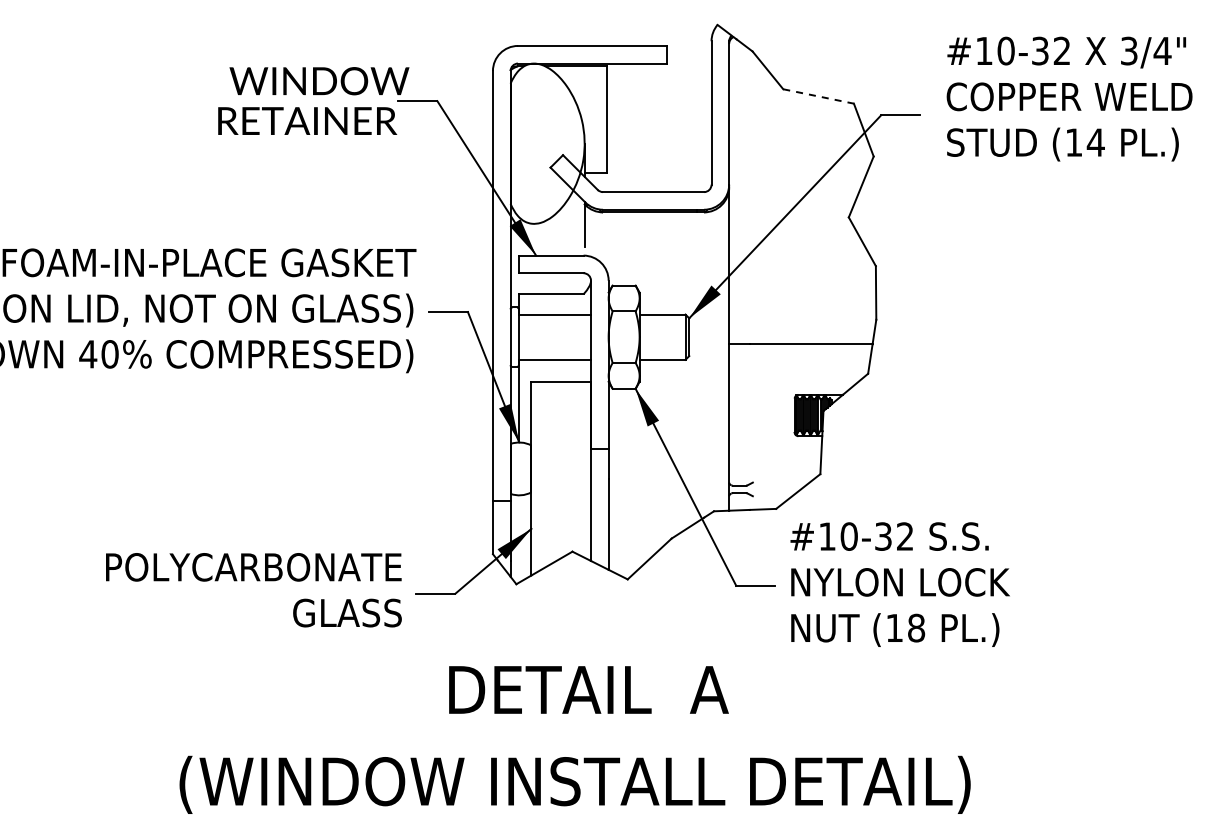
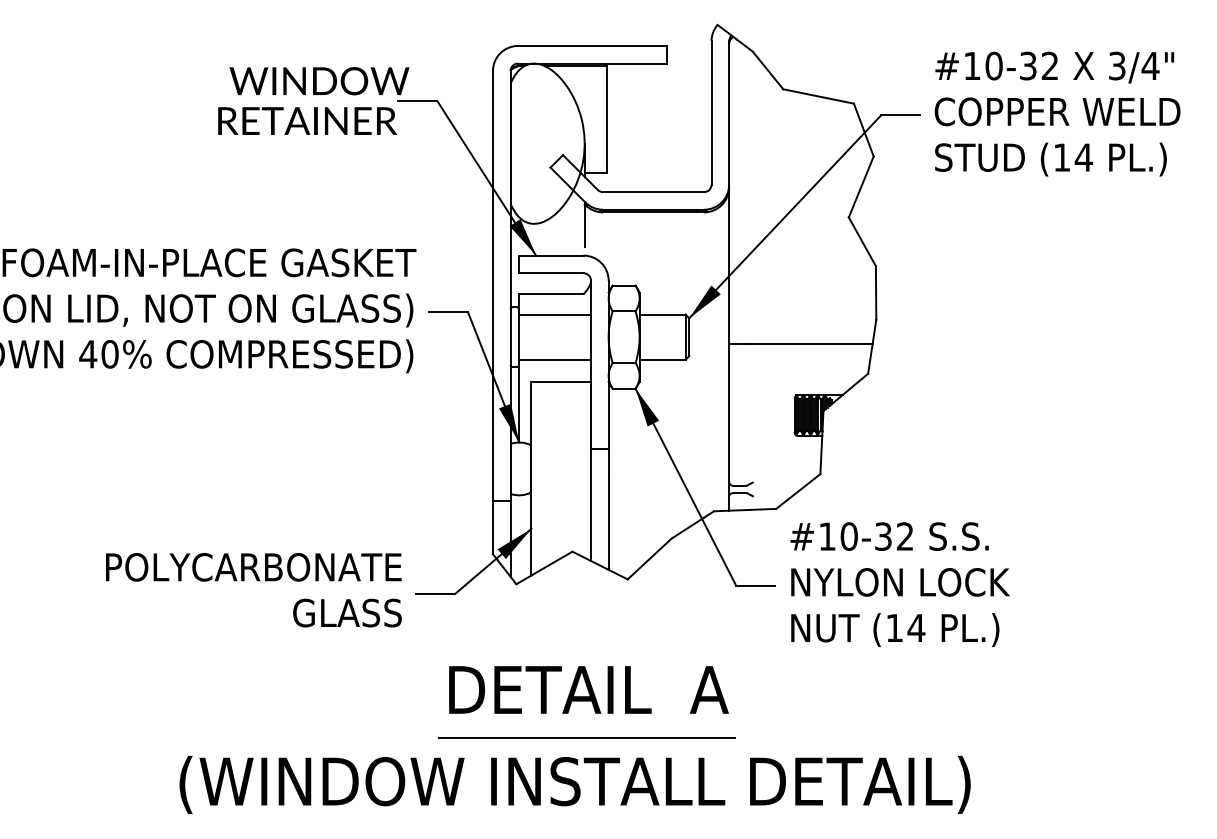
line at (819, 96): dashed -> solid
text at (1069, 98) position: (1069, 98) -> (1057, 113)
text at (916, 627): (18 -> (14
line at (586, 738): none -> present
